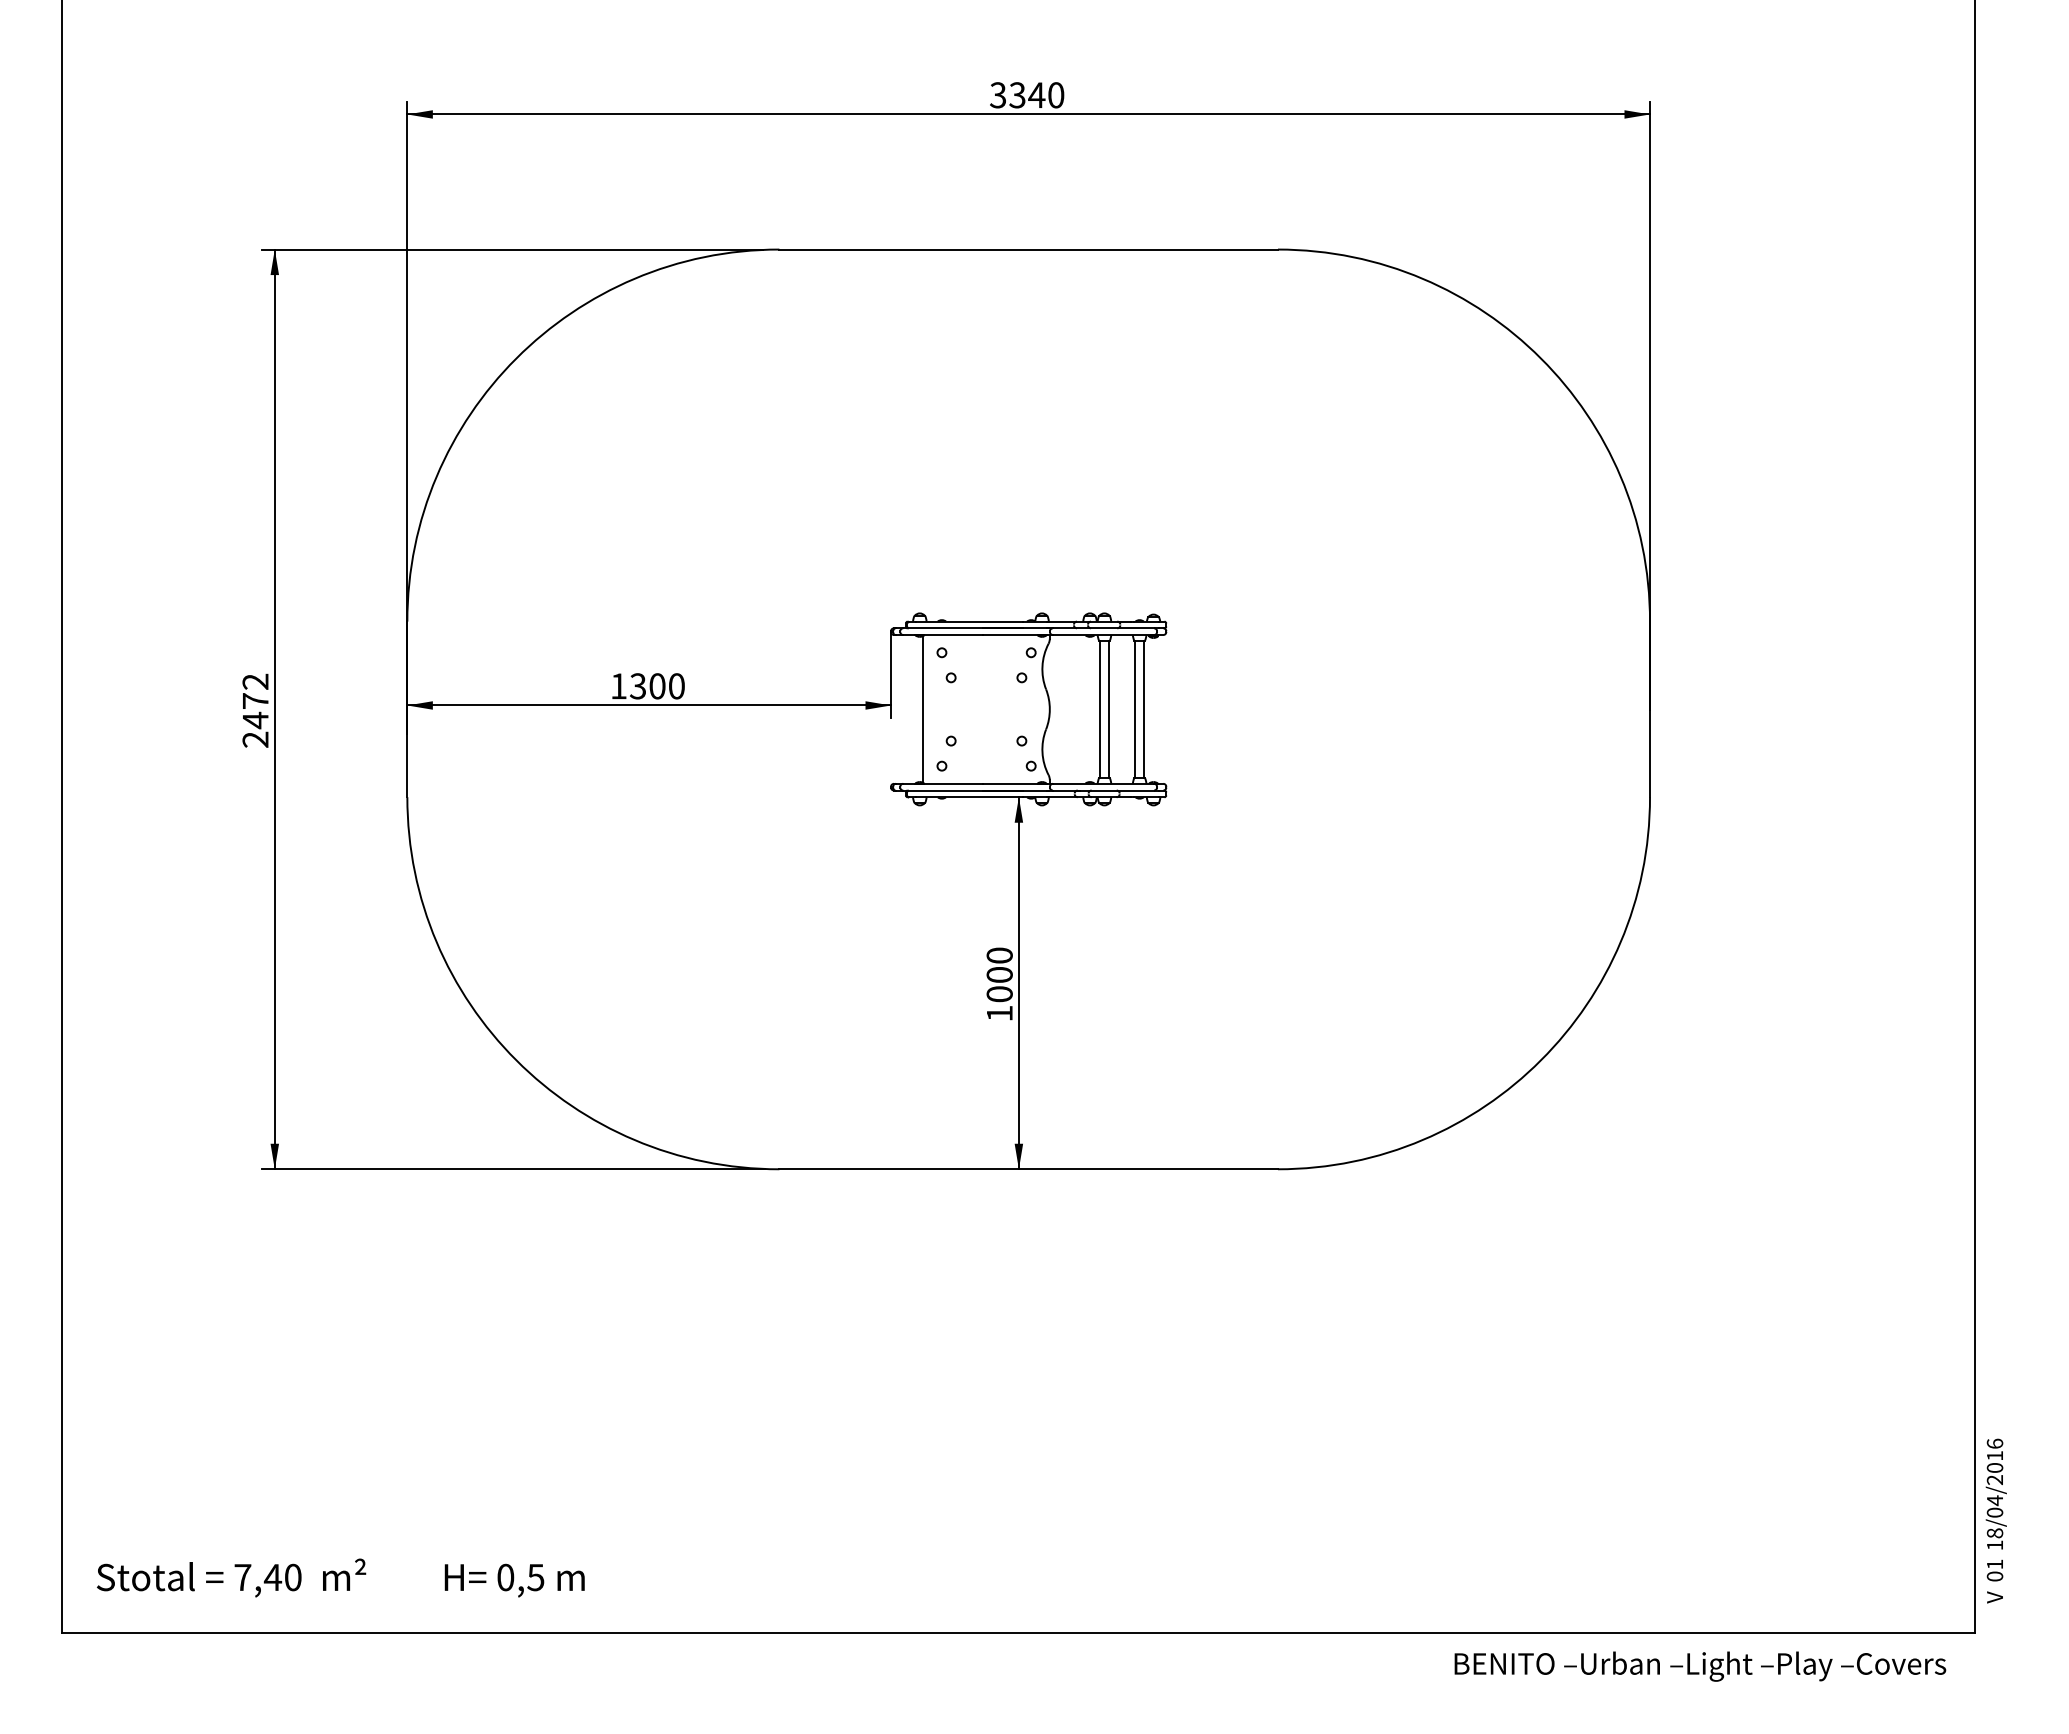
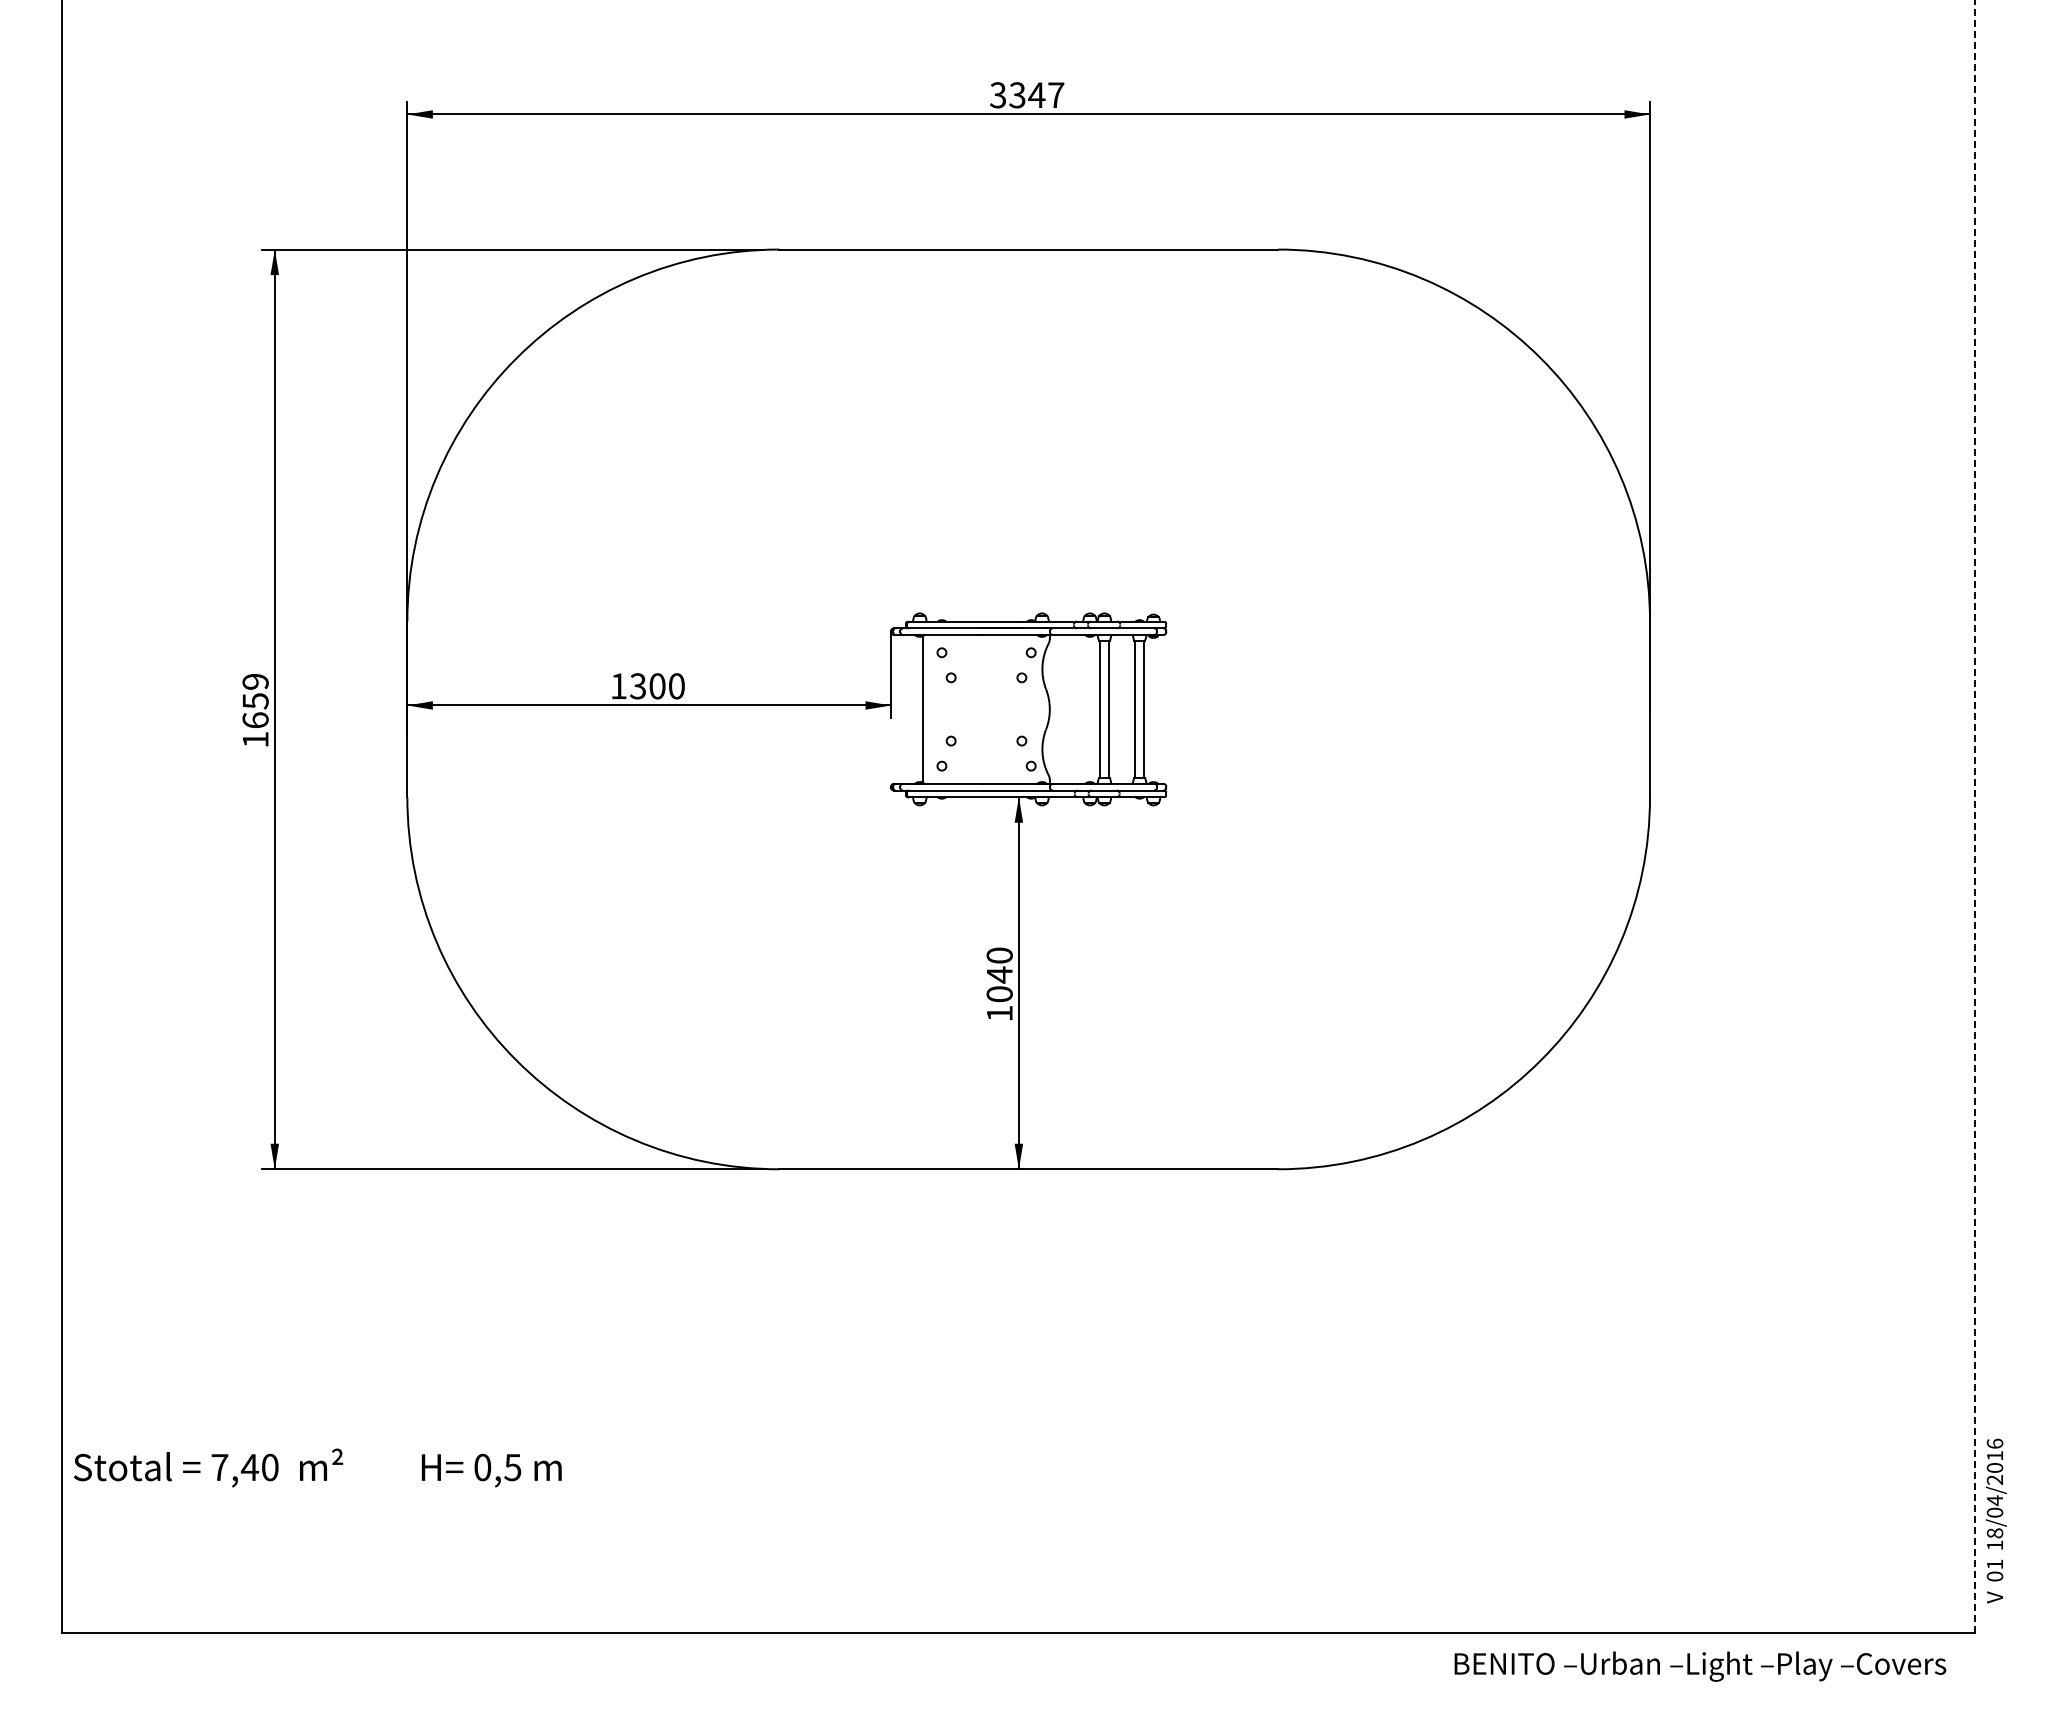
text at (1056, 95): 3340 -> 3347
text at (255, 710): 2472 -> 1659
line at (1975, 816): solid -> dashed
text at (999, 974): 1000 -> 1040
text at (340, 1577) position: (340, 1577) -> (317, 1467)
